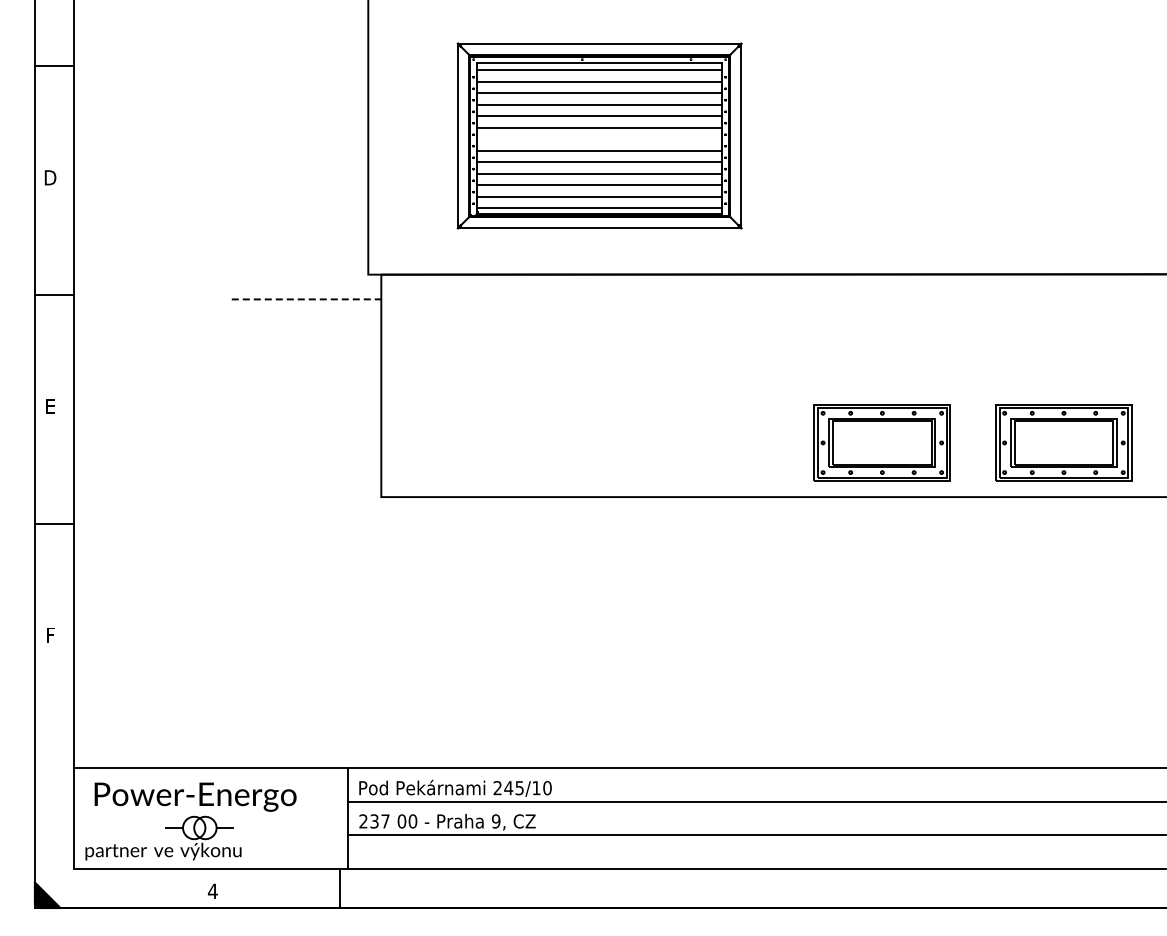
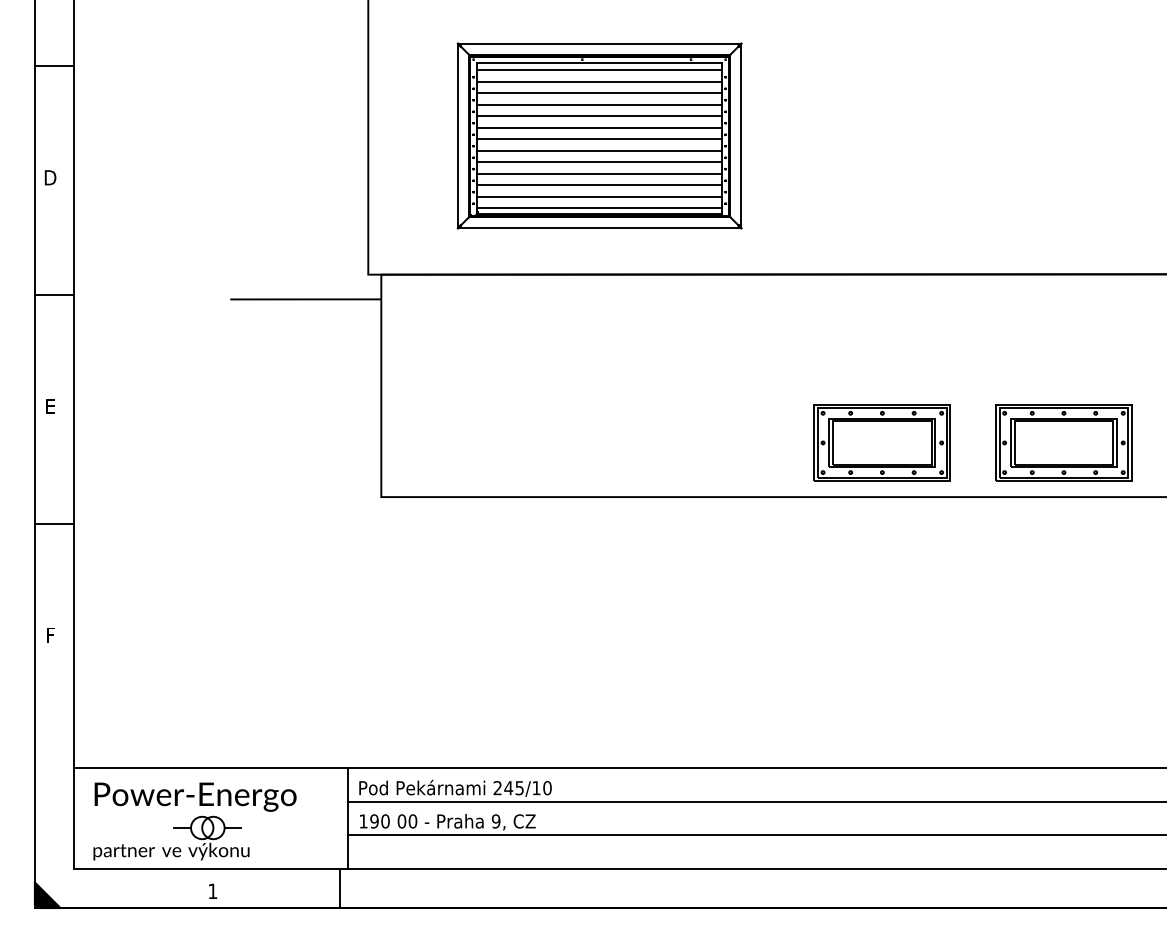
line at (599, 139): none -> present
line at (306, 299): dashed -> solid
text at (374, 821): 237 -> 190
part at (165, 828) position: (165, 828) -> (173, 828)
text at (212, 890): 4 -> 1
